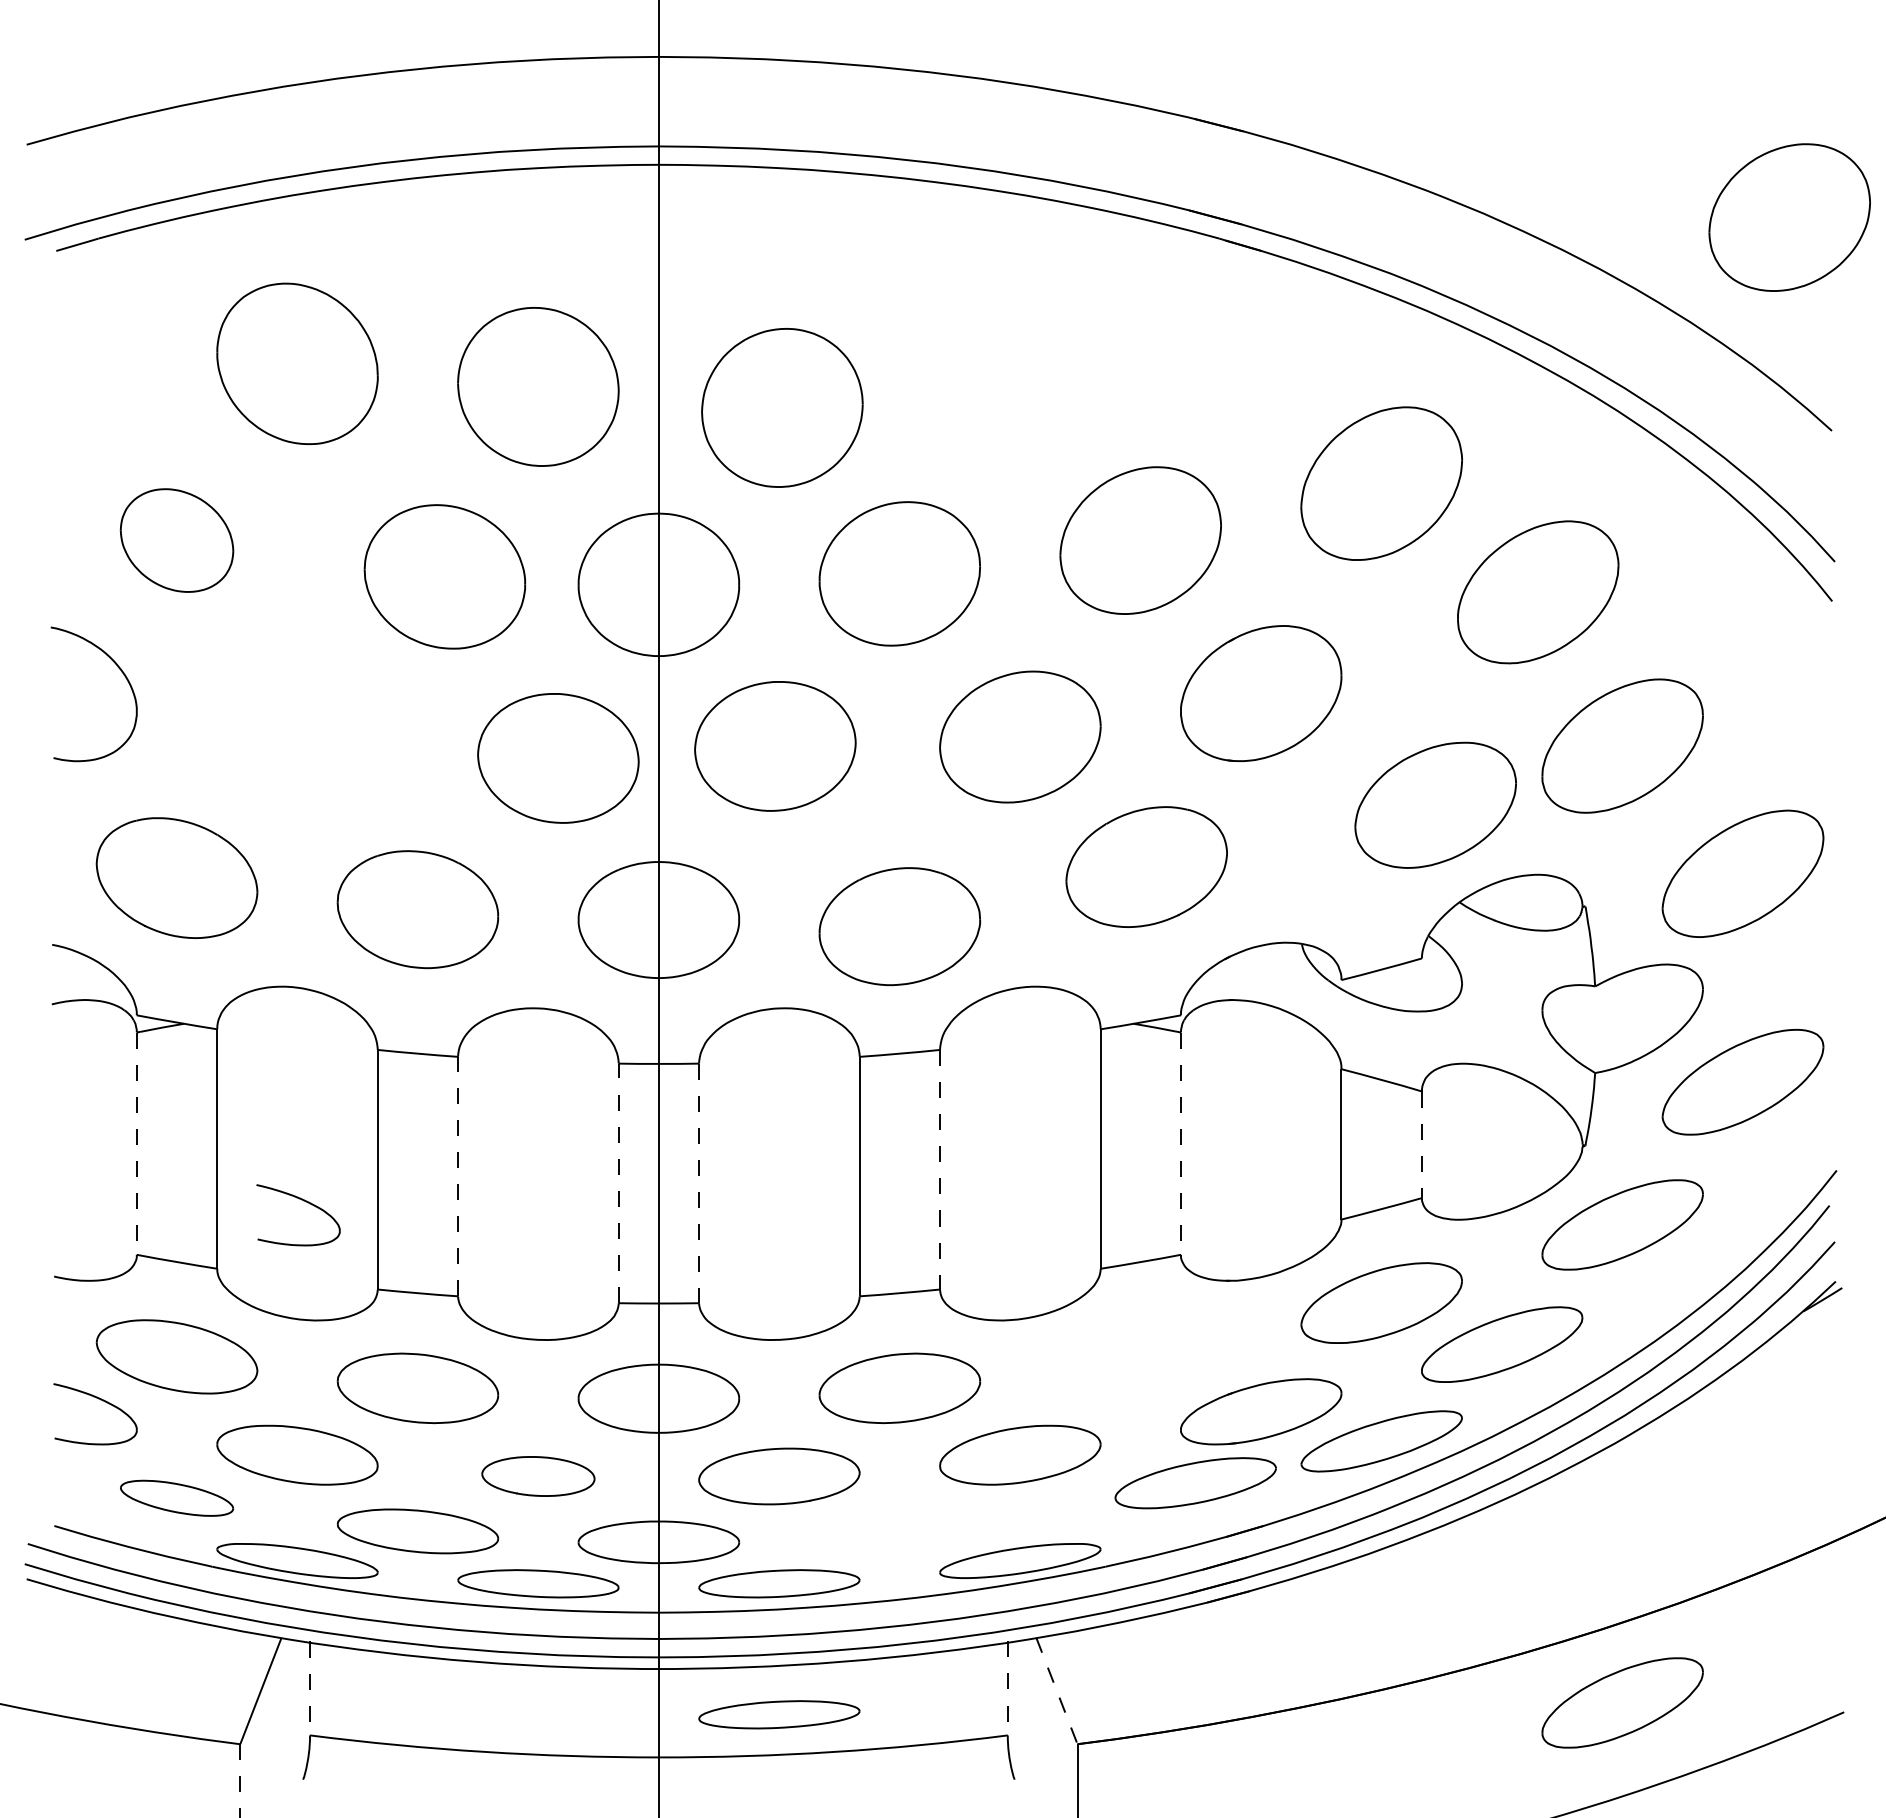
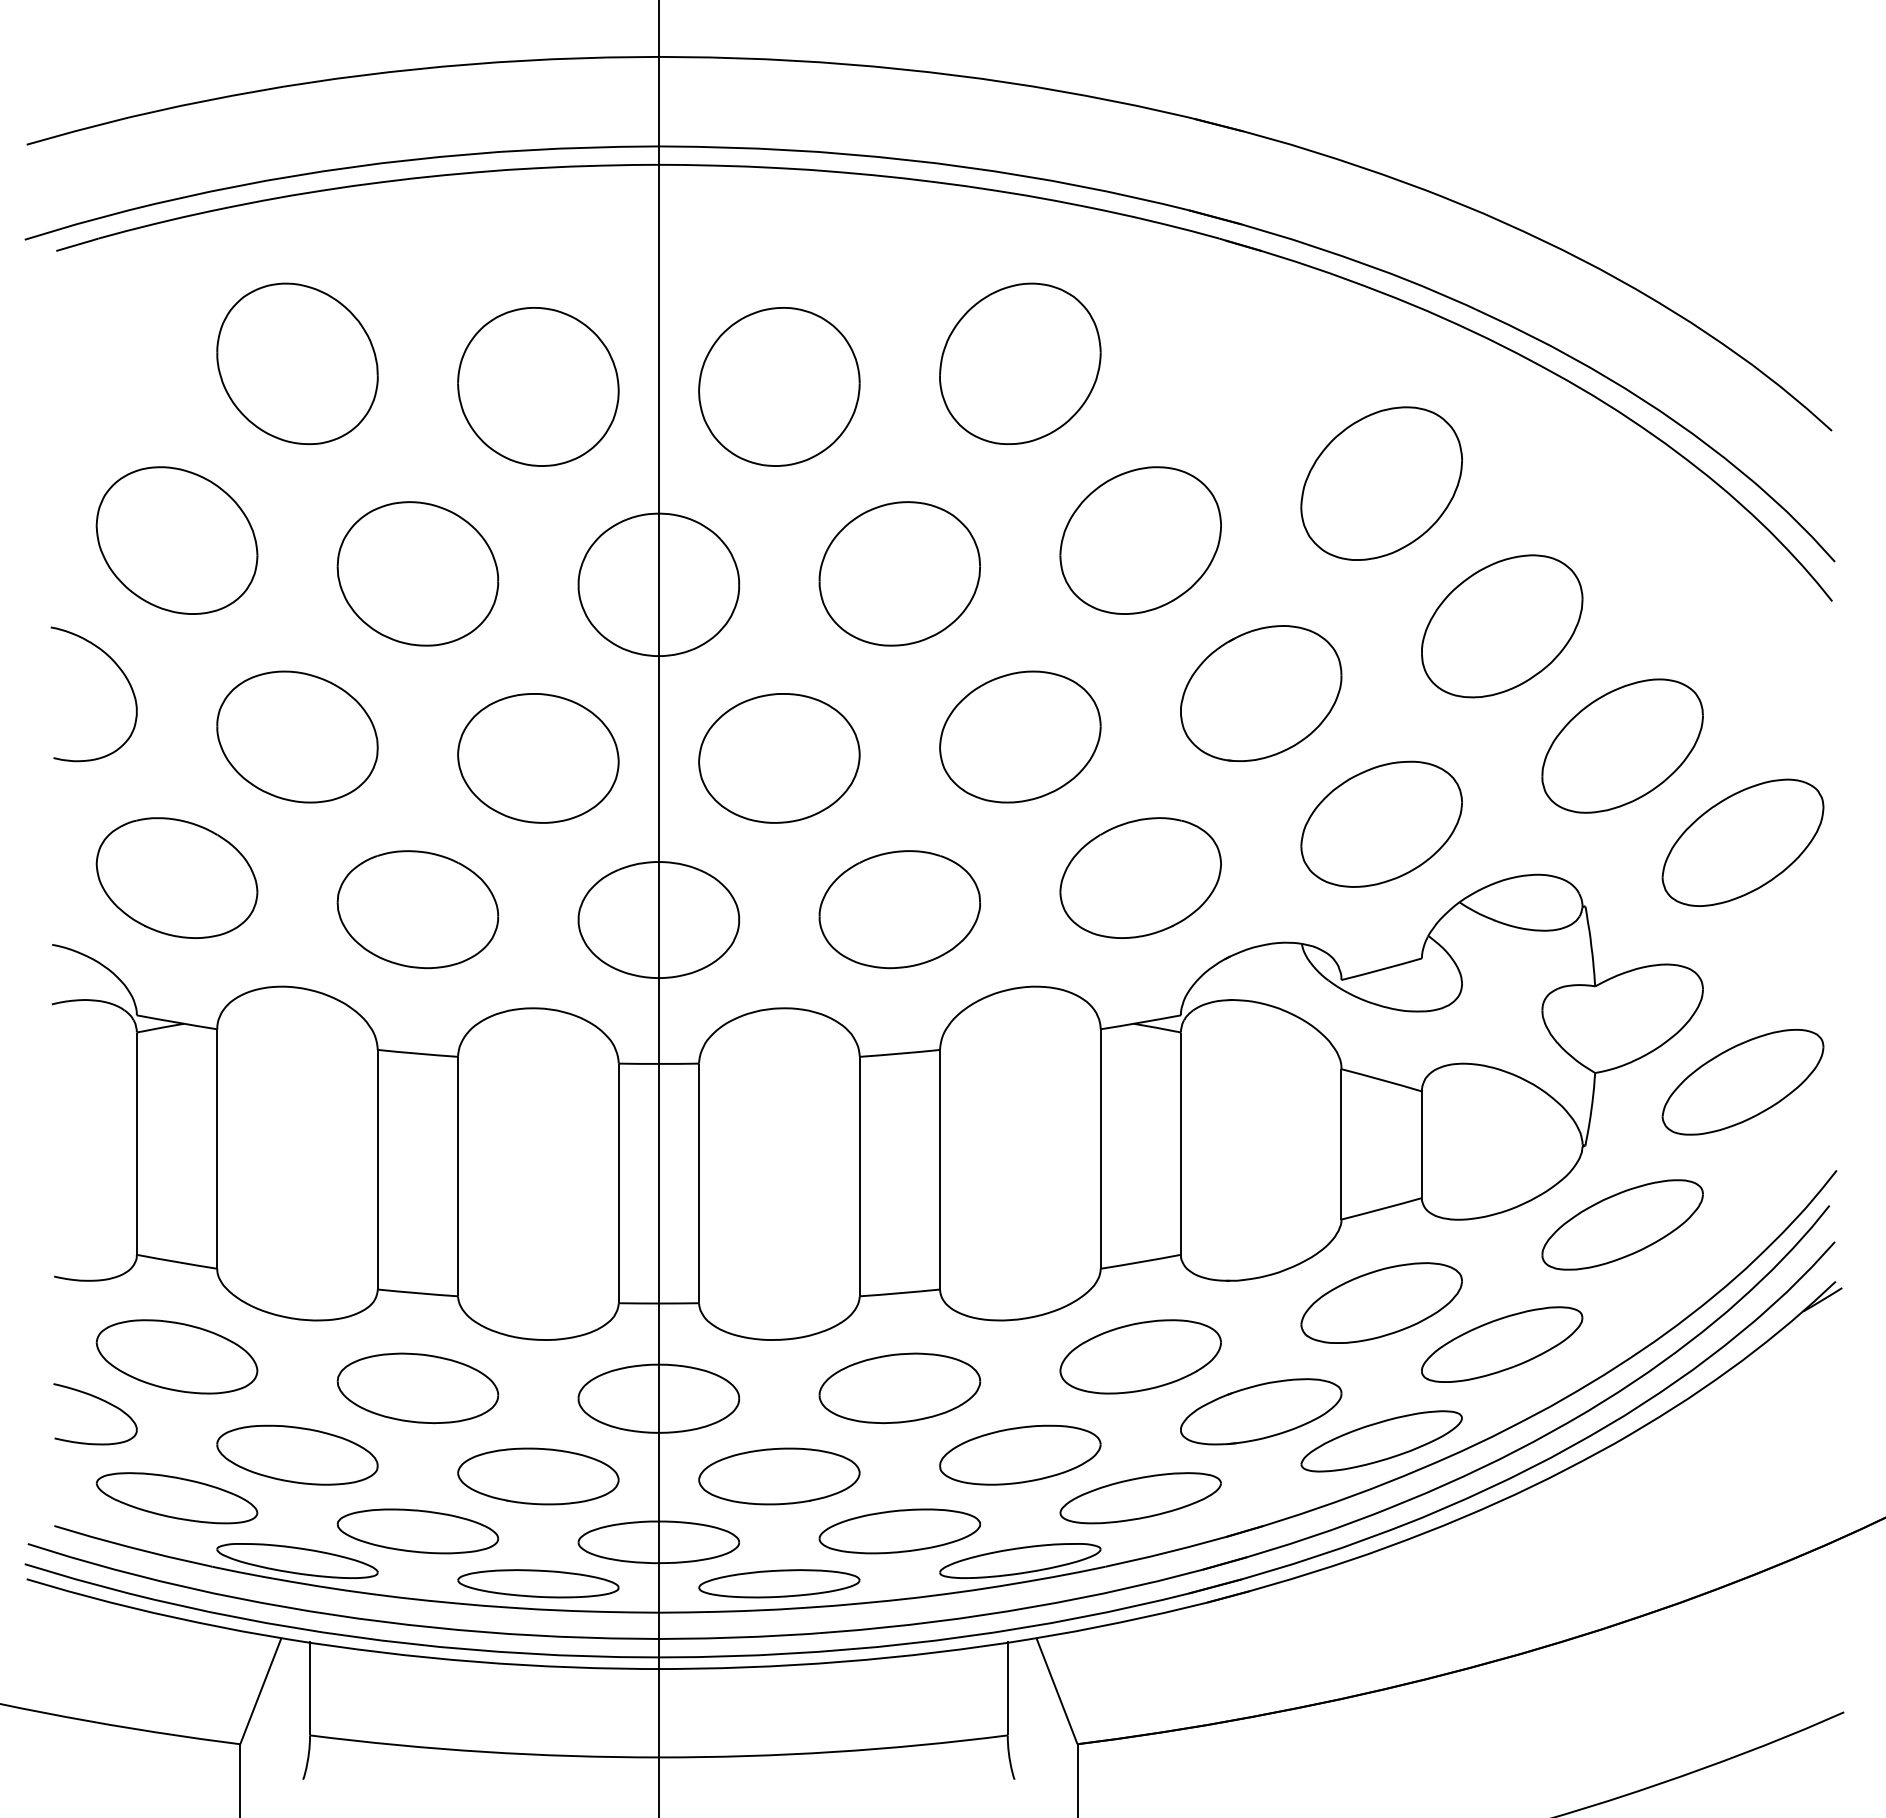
part at (1789, 217): present -> none
part at (1020, 363): none -> present
part at (782, 407) position: (782, 407) -> (779, 386)
part at (176, 540) size: 116x105 px -> 164x149 px
part at (444, 576) position: (444, 576) -> (417, 573)
part at (1538, 592) position: (1538, 592) -> (1502, 626)
part at (297, 736): none -> present
part at (775, 746) position: (775, 746) -> (779, 758)
part at (558, 758) position: (558, 758) -> (538, 758)
part at (1435, 804) position: (1435, 804) -> (1381, 823)
part at (1146, 866) position: (1146, 866) -> (1140, 877)
part at (1742, 873) position: (1742, 873) -> (1742, 842)
part at (899, 926) position: (899, 926) -> (899, 909)
line at (136, 1144): dashed -> solid
line at (1181, 1144): dashed -> solid
line at (1422, 1145): dashed -> solid
line at (940, 1169): dashed -> solid
line at (458, 1176): dashed -> solid
line at (618, 1183): dashed -> solid
line at (699, 1183): dashed -> solid
part at (305, 1202): present -> none
part at (1140, 1356): none -> present
part at (538, 1476) size: 115x41 px -> 163x59 px
part at (1195, 1483) position: (1195, 1483) -> (1140, 1498)
part at (177, 1497) size: 115x38 px -> 164x53 px
part at (899, 1531): none -> present
line at (310, 1688): dashed -> solid
line at (1007, 1688): dashed -> solid
line at (1057, 1691): dashed -> solid
part at (1622, 1702): present -> none
part at (779, 1714): present -> none
line at (240, 1781): dashed -> solid
